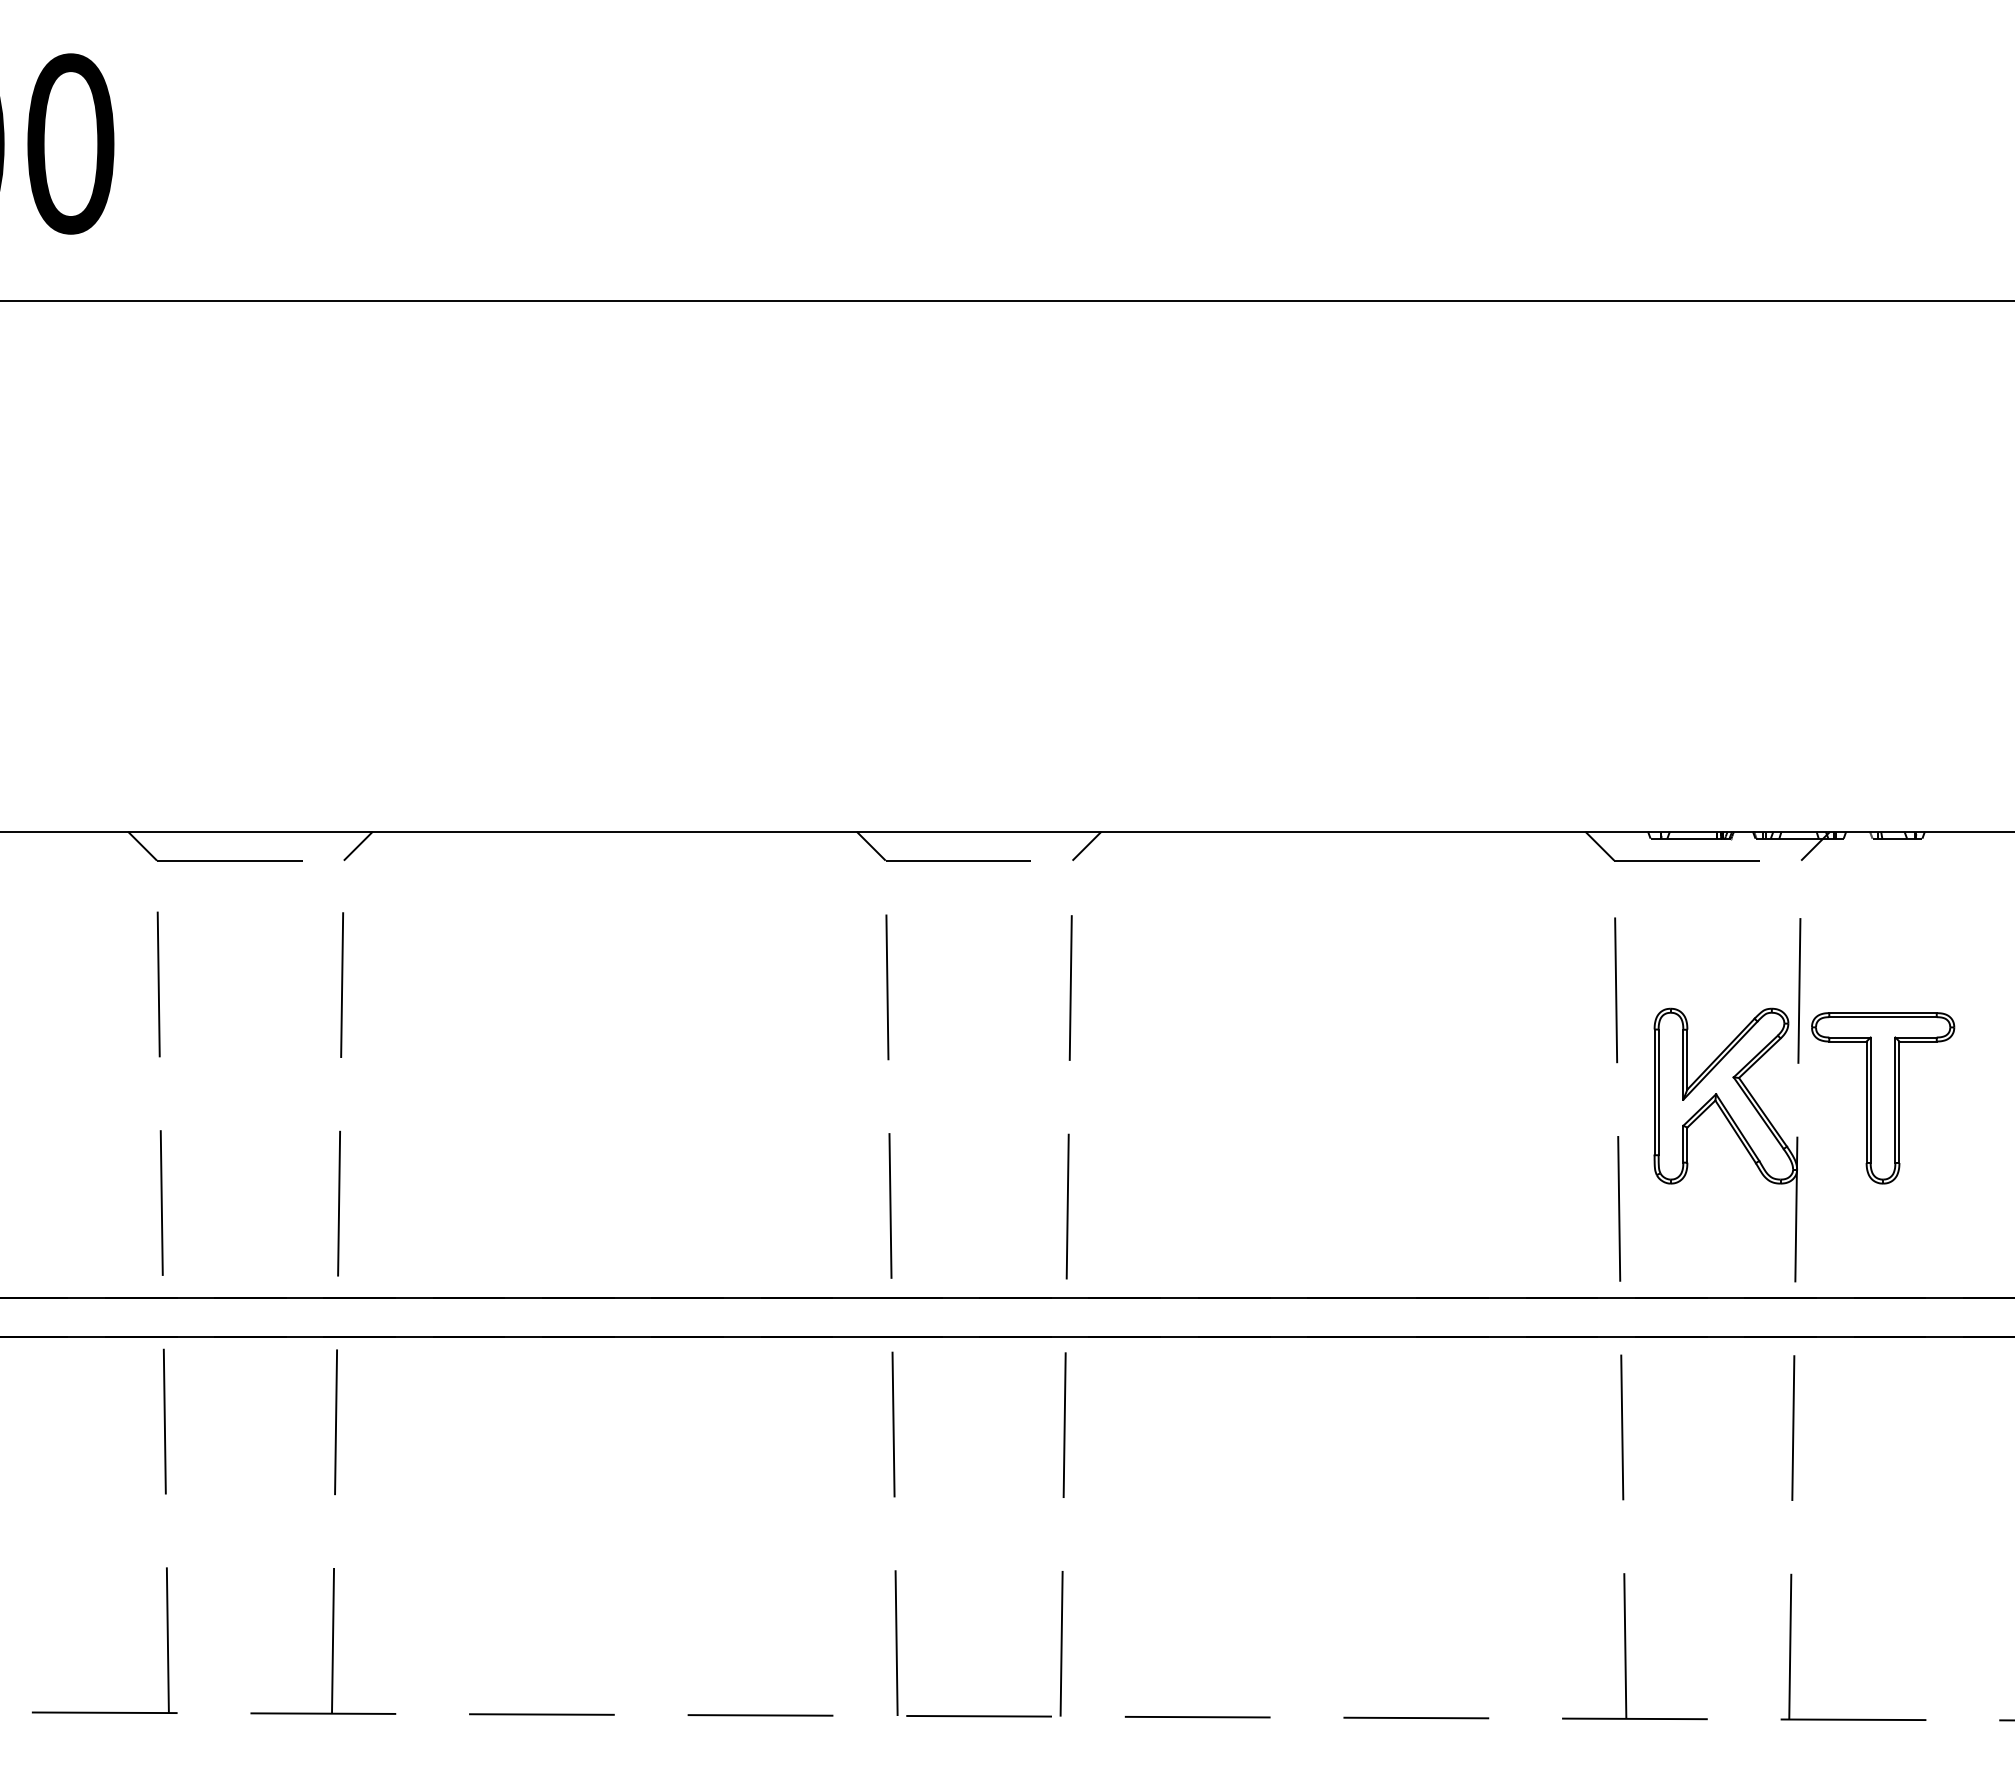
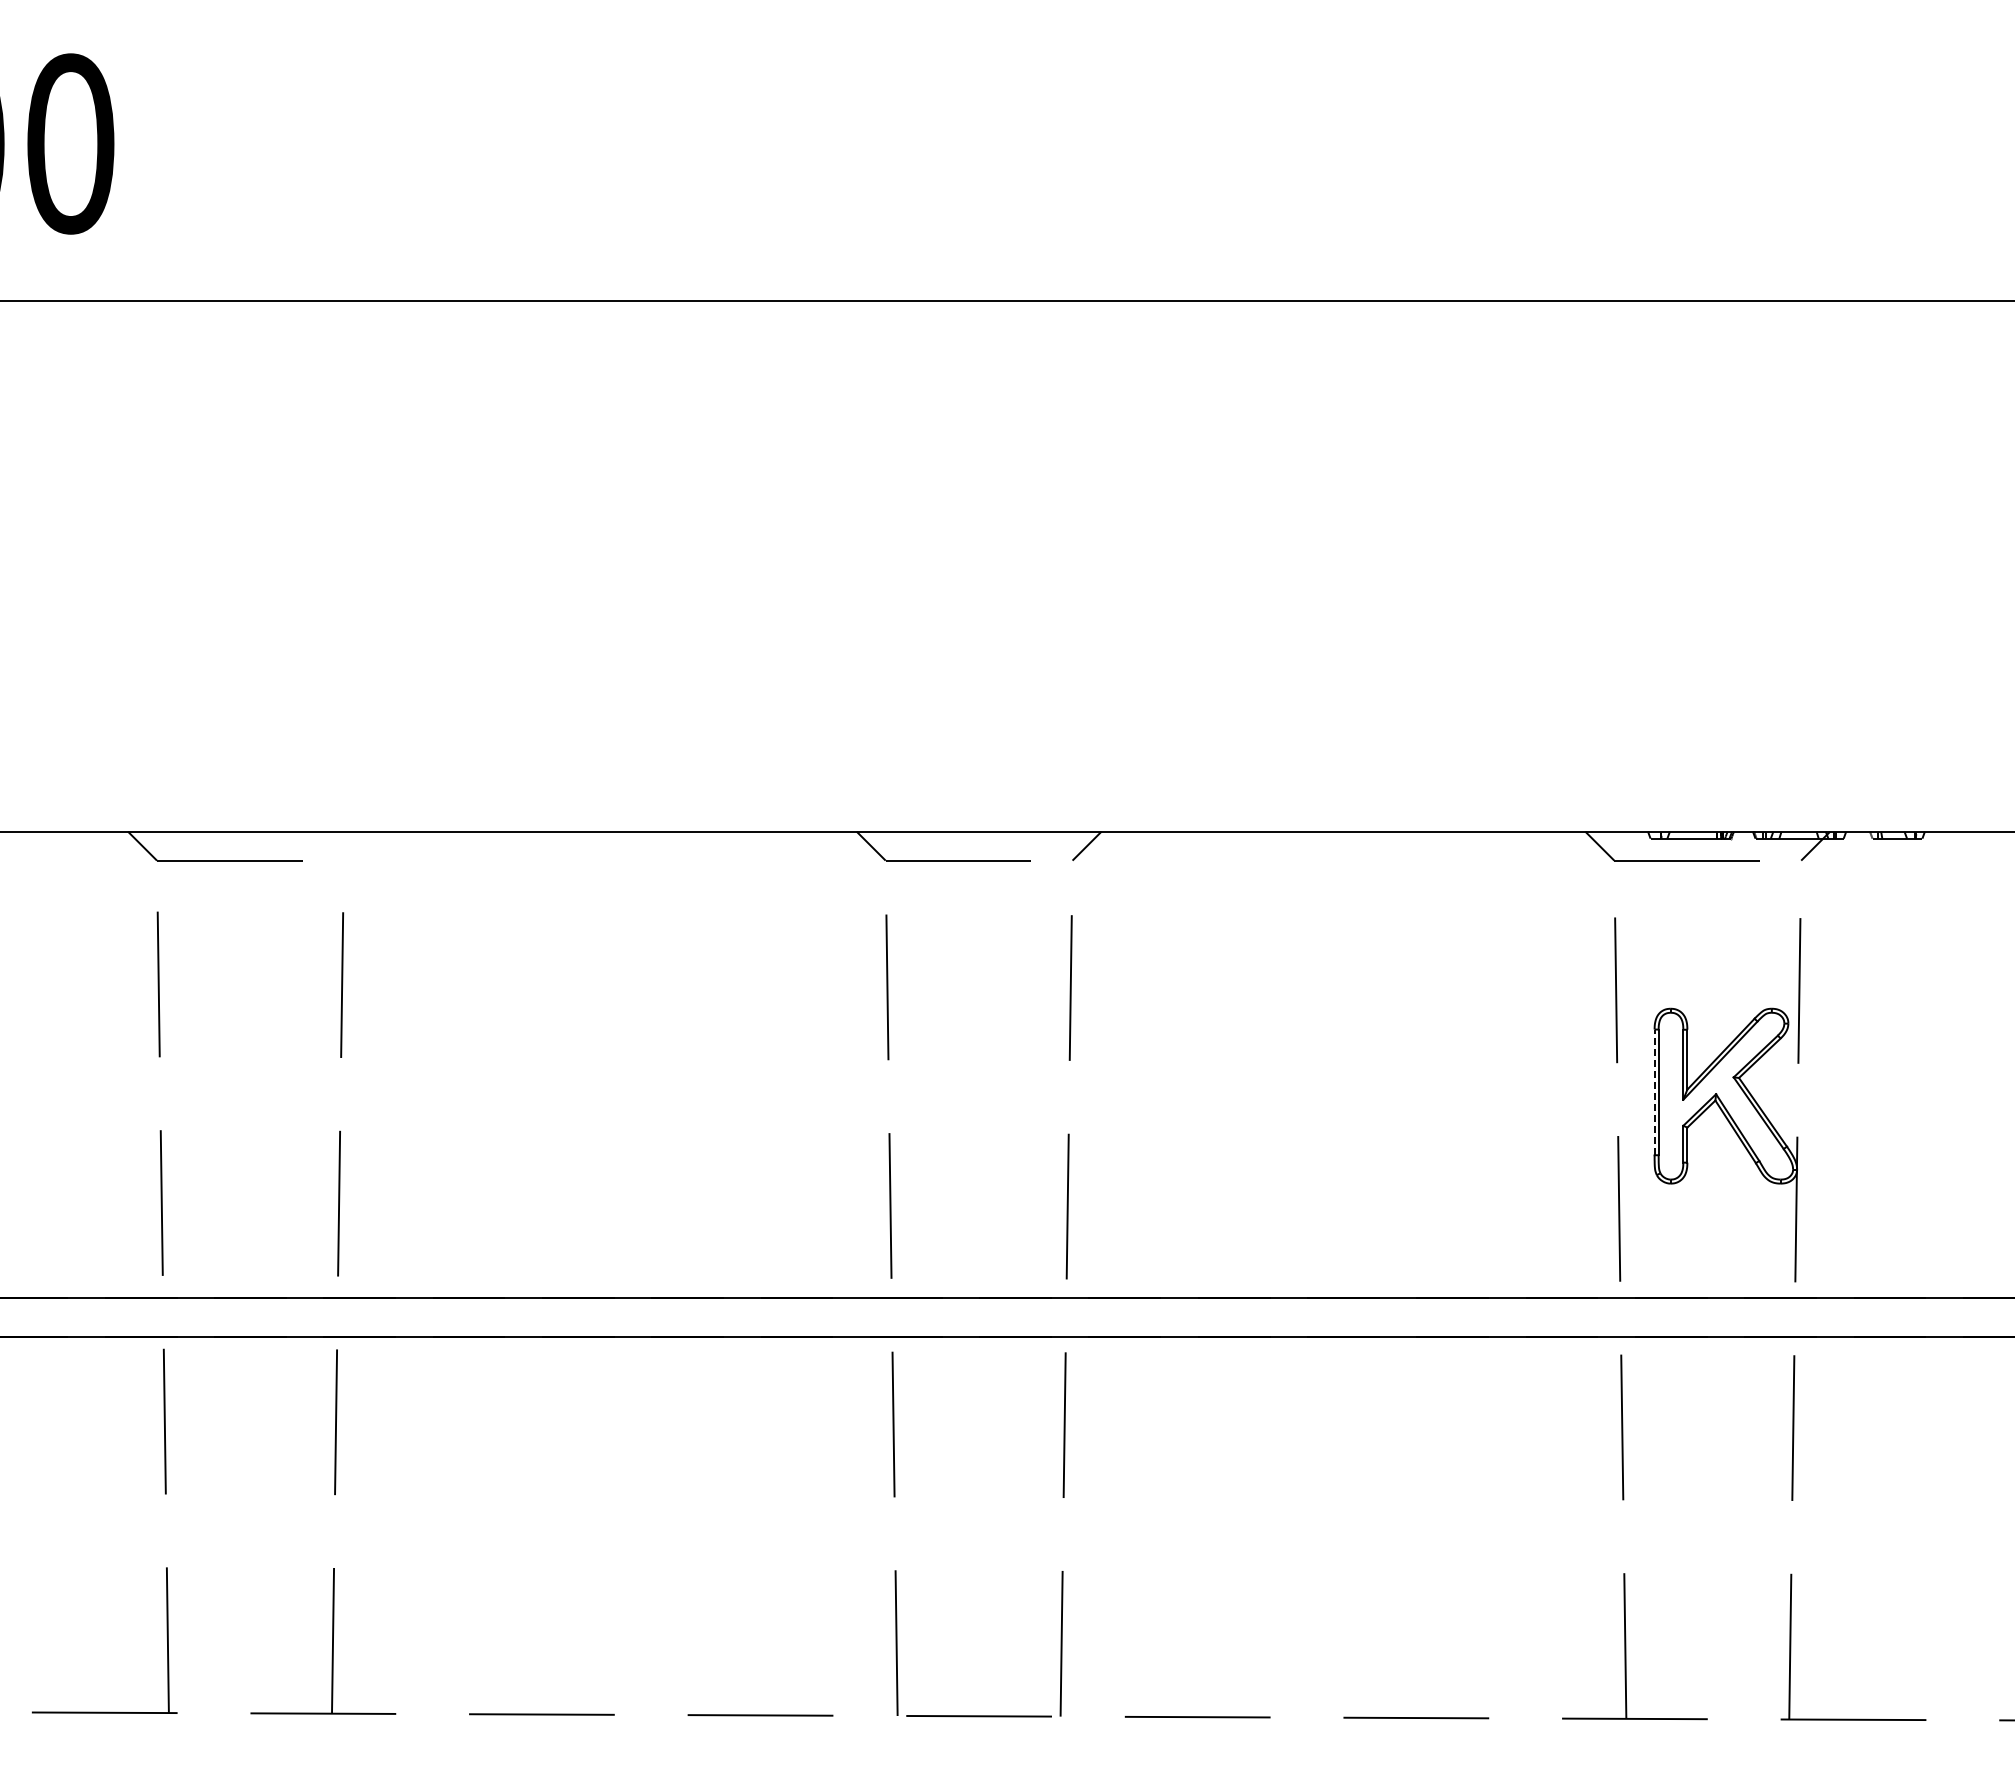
line at (357, 845): present -> none
line at (1654, 1092): solid -> dashed
part at (1883, 1098): present -> none
